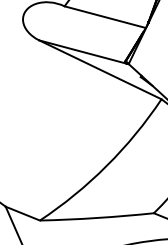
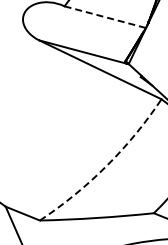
line at (104, 16): solid -> dashed
arc at (106, 165): solid -> dashed
